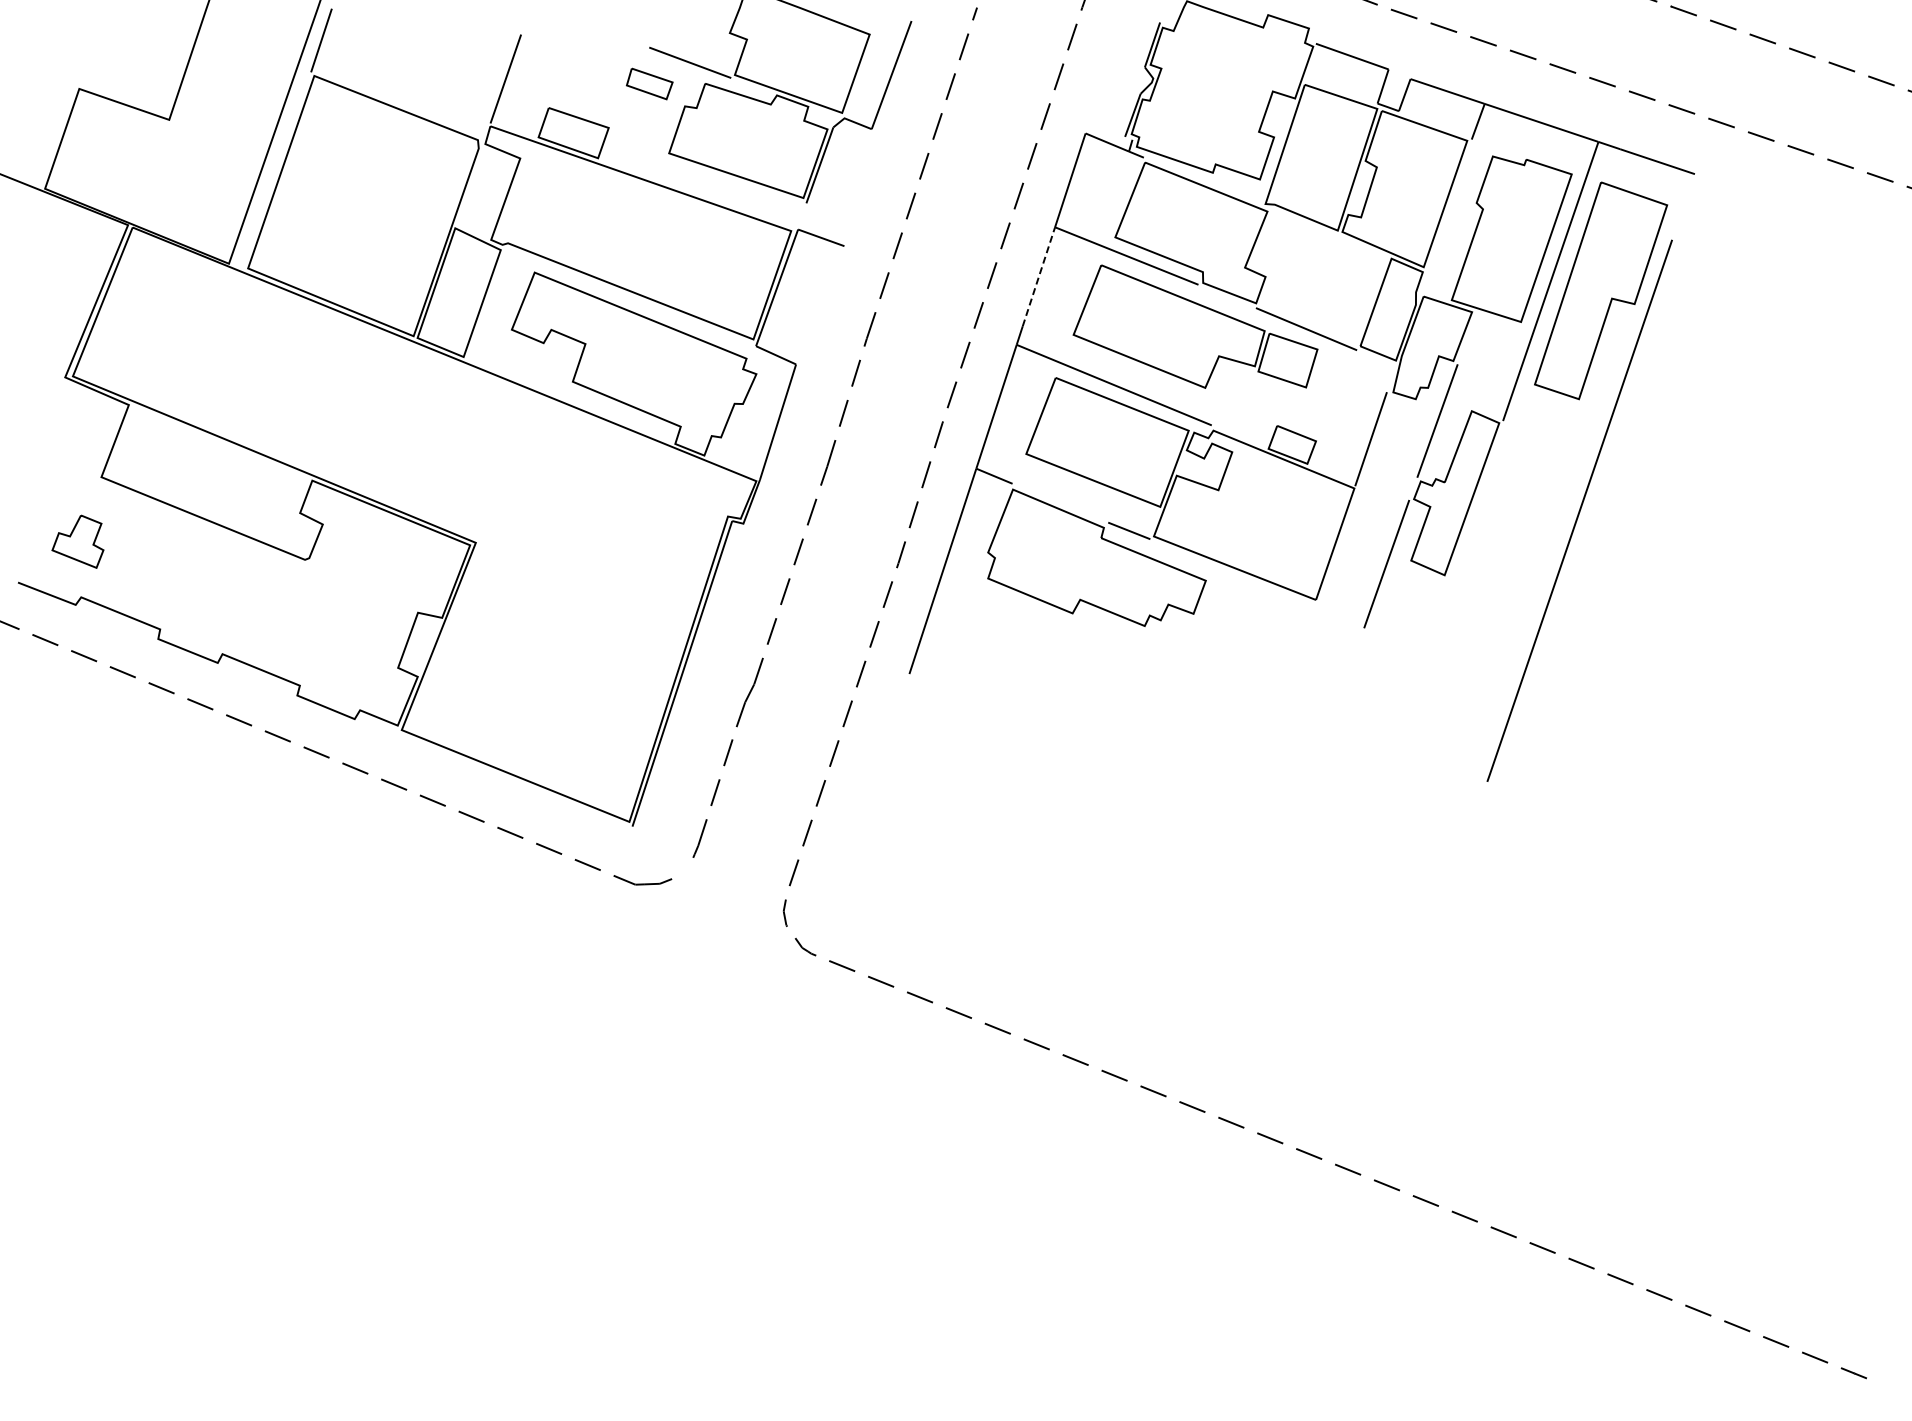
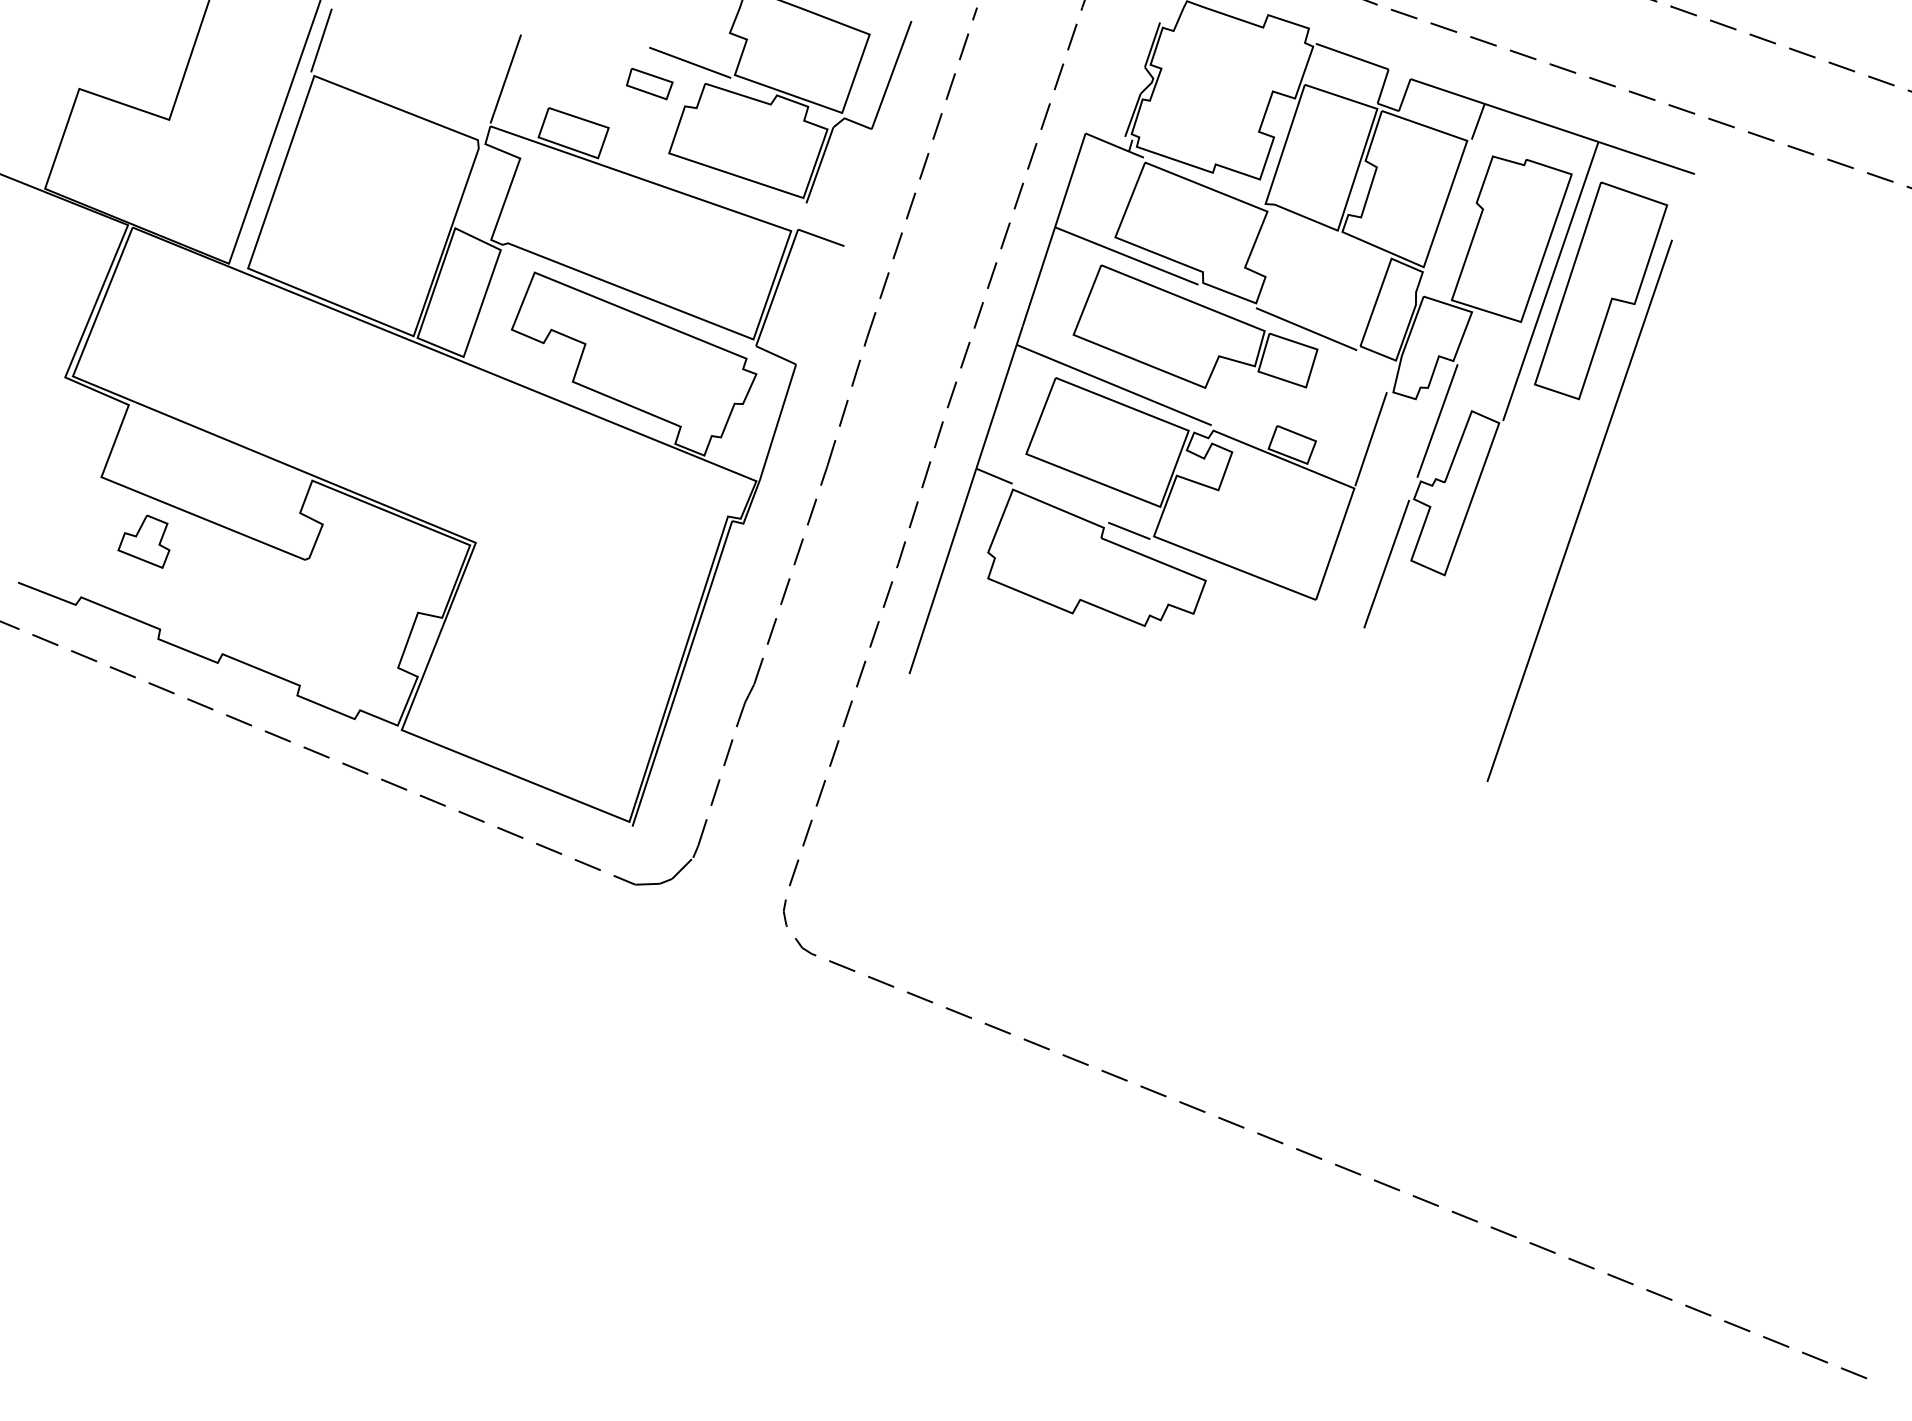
line at (1039, 276): dashed -> solid
part at (77, 541) position: (77, 541) -> (143, 541)
line at (682, 867): none -> present
